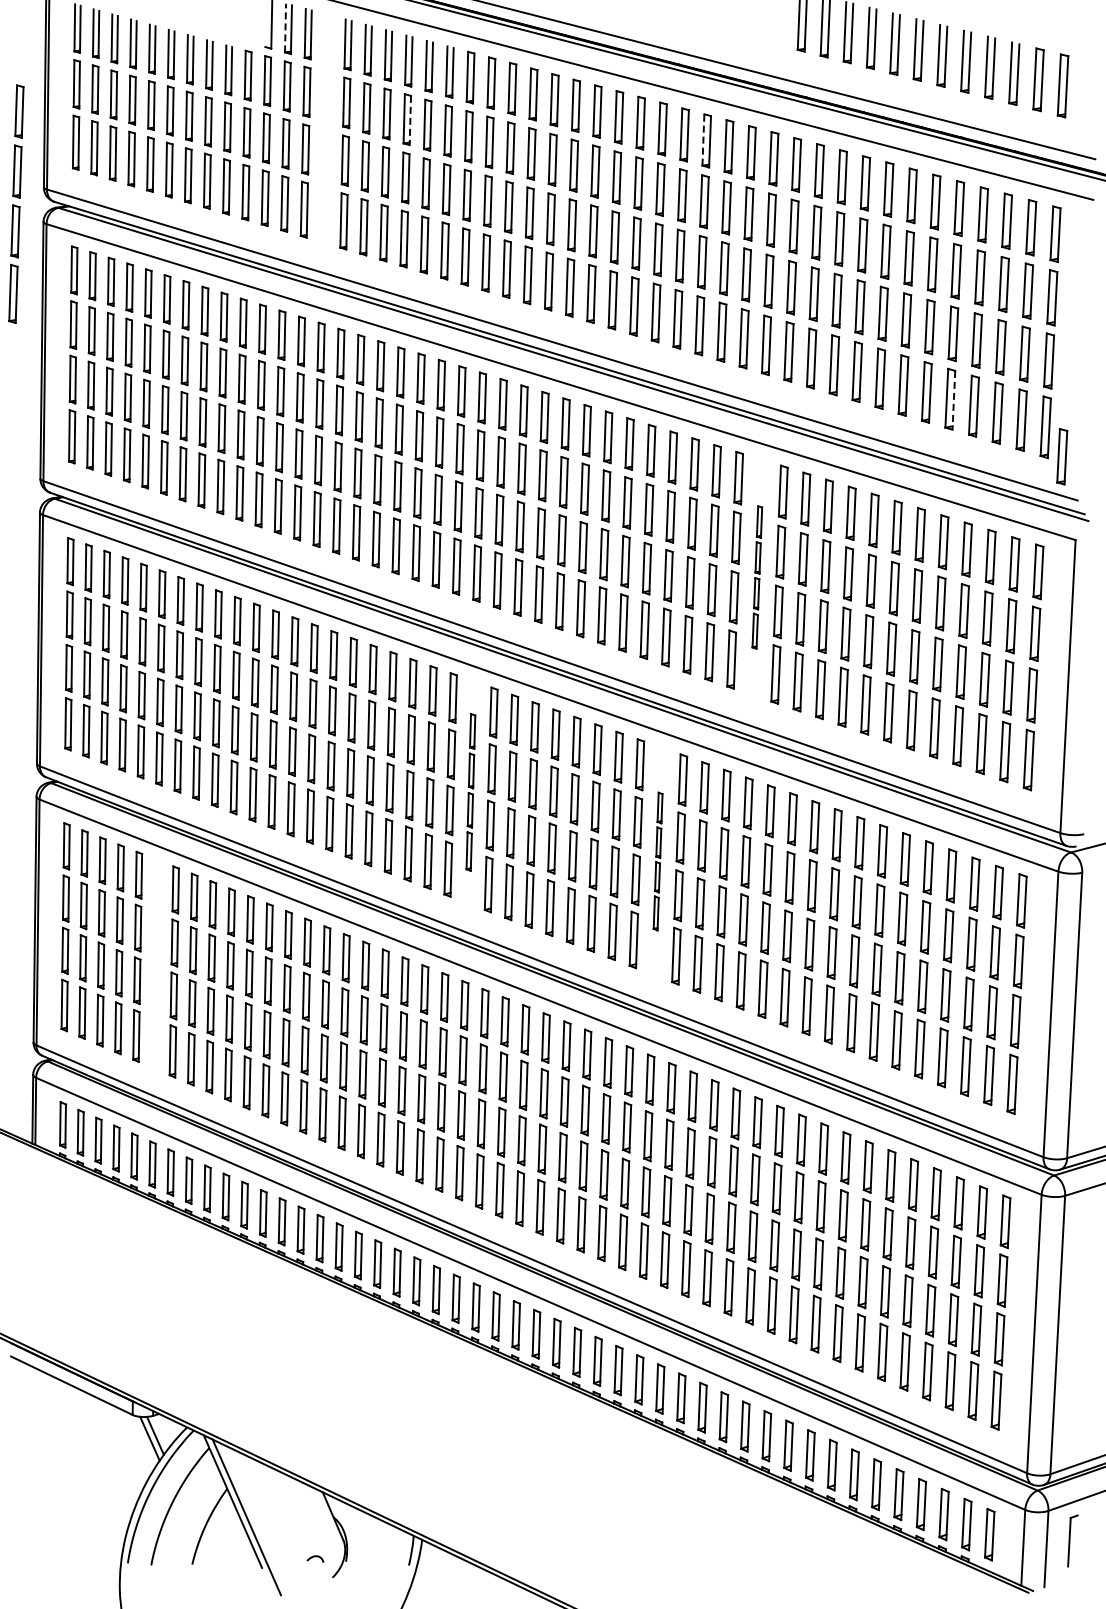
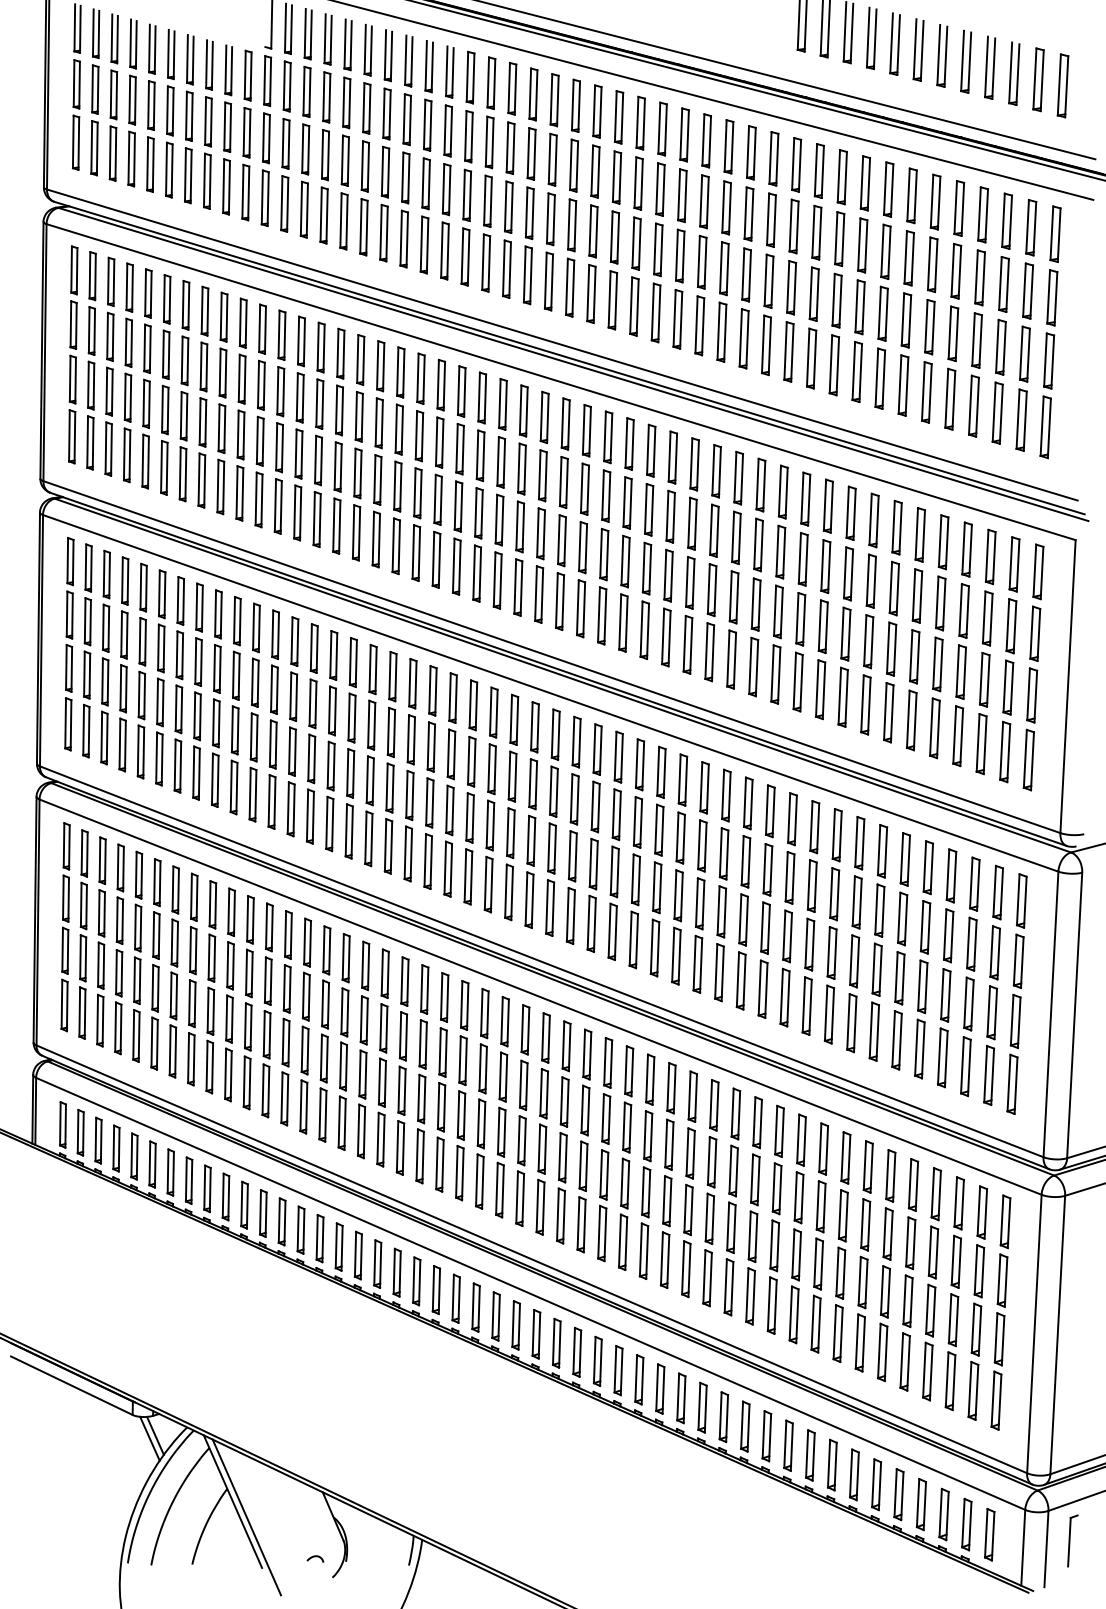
line at (285, 27): dashed -> solid
line at (410, 120): dashed -> solid
part at (325, 128): none -> present
line at (703, 139): dashed -> solid
part at (16, 203): present -> none
line at (953, 400): dashed -> solid
part at (1062, 456): present -> none
part at (757, 577) size: 13x145 px -> 19x241 px
part at (470, 792) size: 12x159 px -> 16x227 px
part at (657, 861) size: 12x141 px -> 18x233 px
part at (155, 964): none -> present
